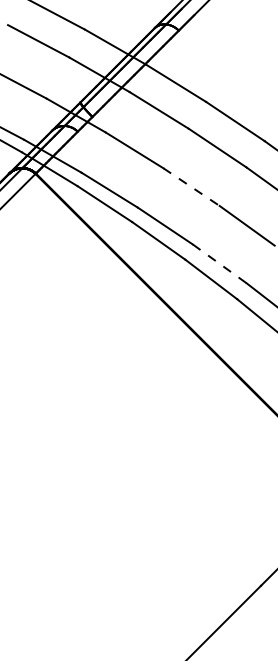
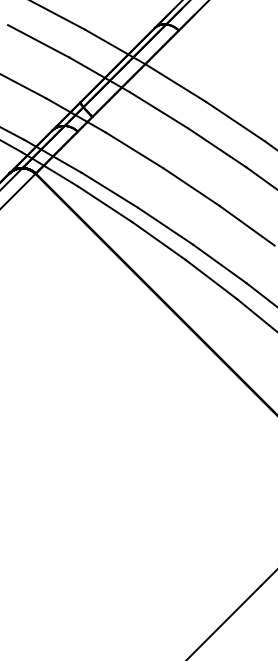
line at (191, 187): dashed -> solid
line at (220, 264): dashed -> solid
